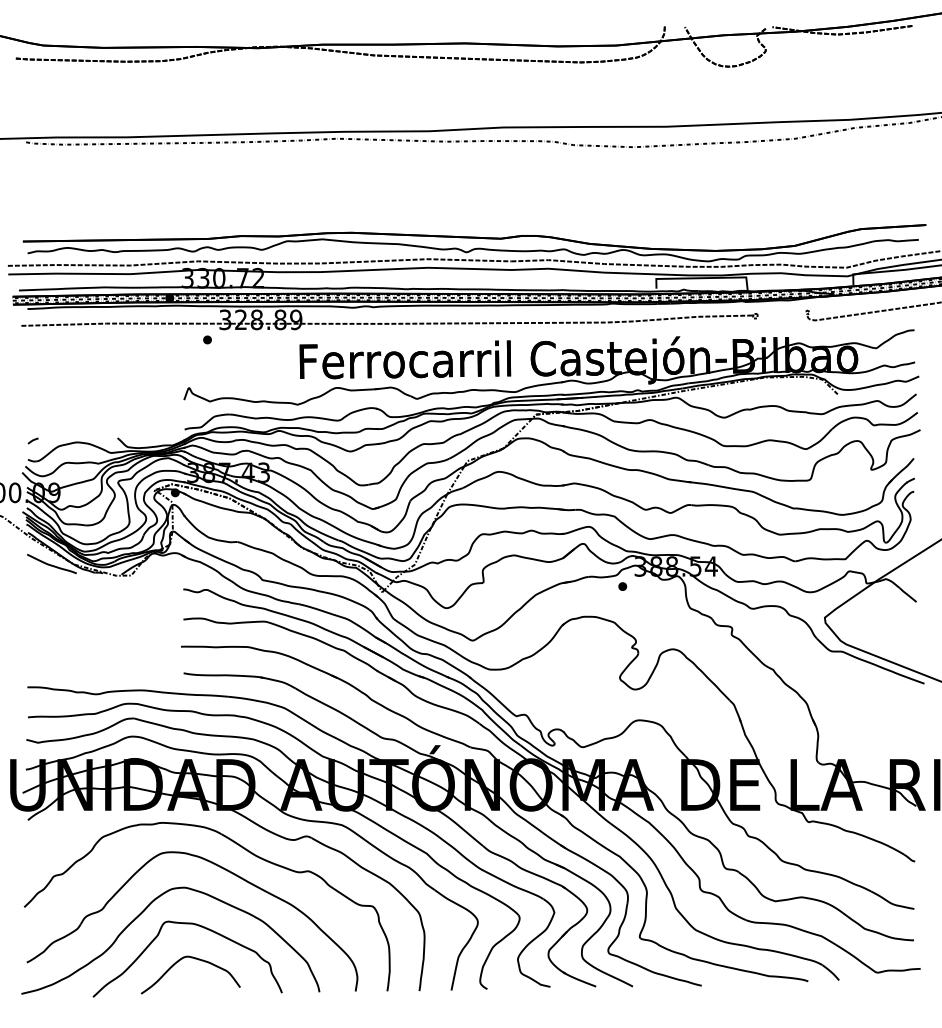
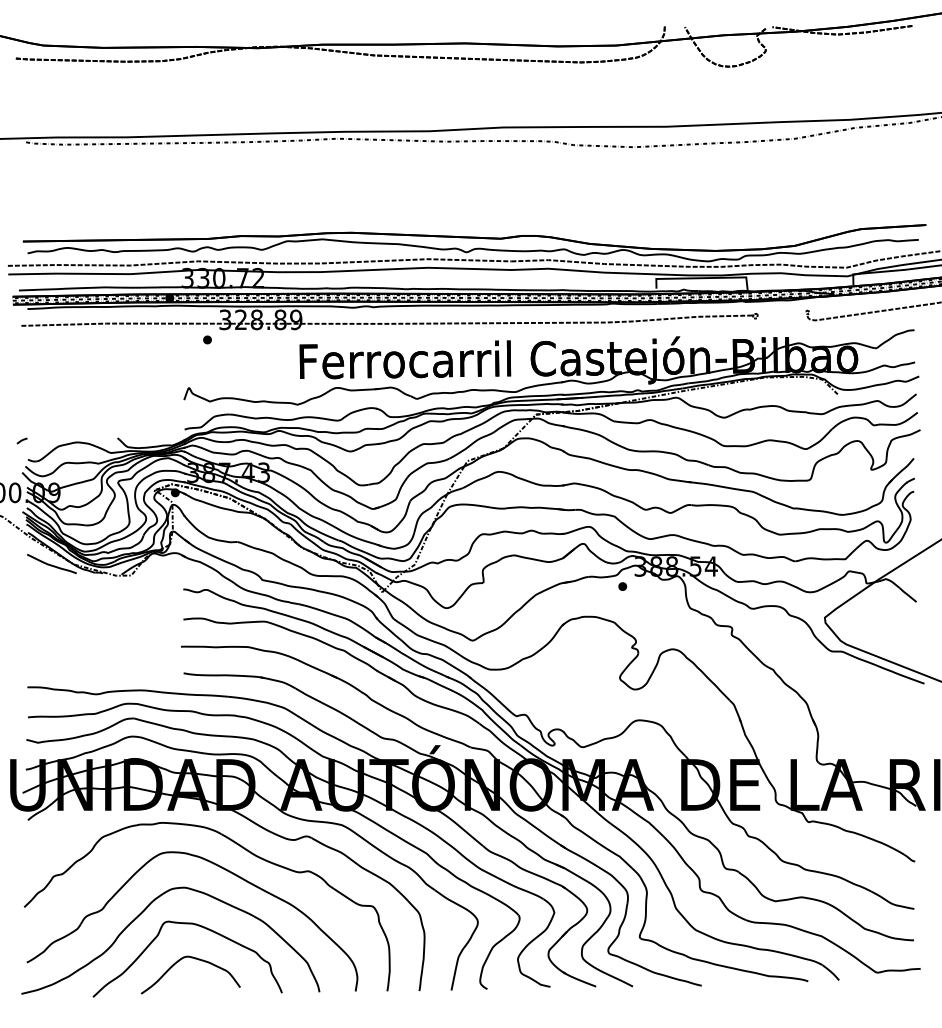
curve at (32, 440) position: (32, 440) -> (21, 440)
